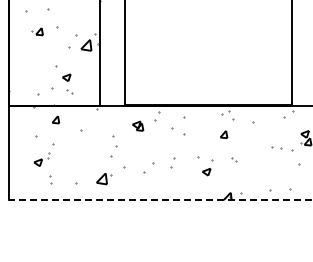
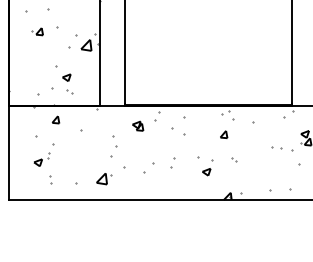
line at (160, 200): dashed -> solid
